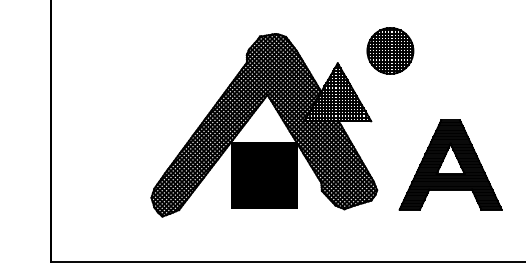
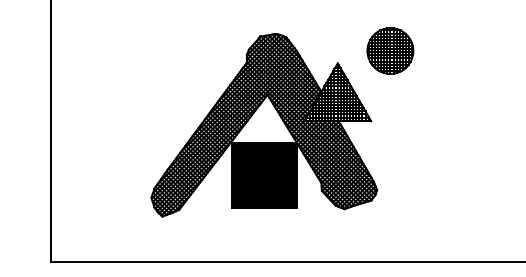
part at (450, 164): present -> none
